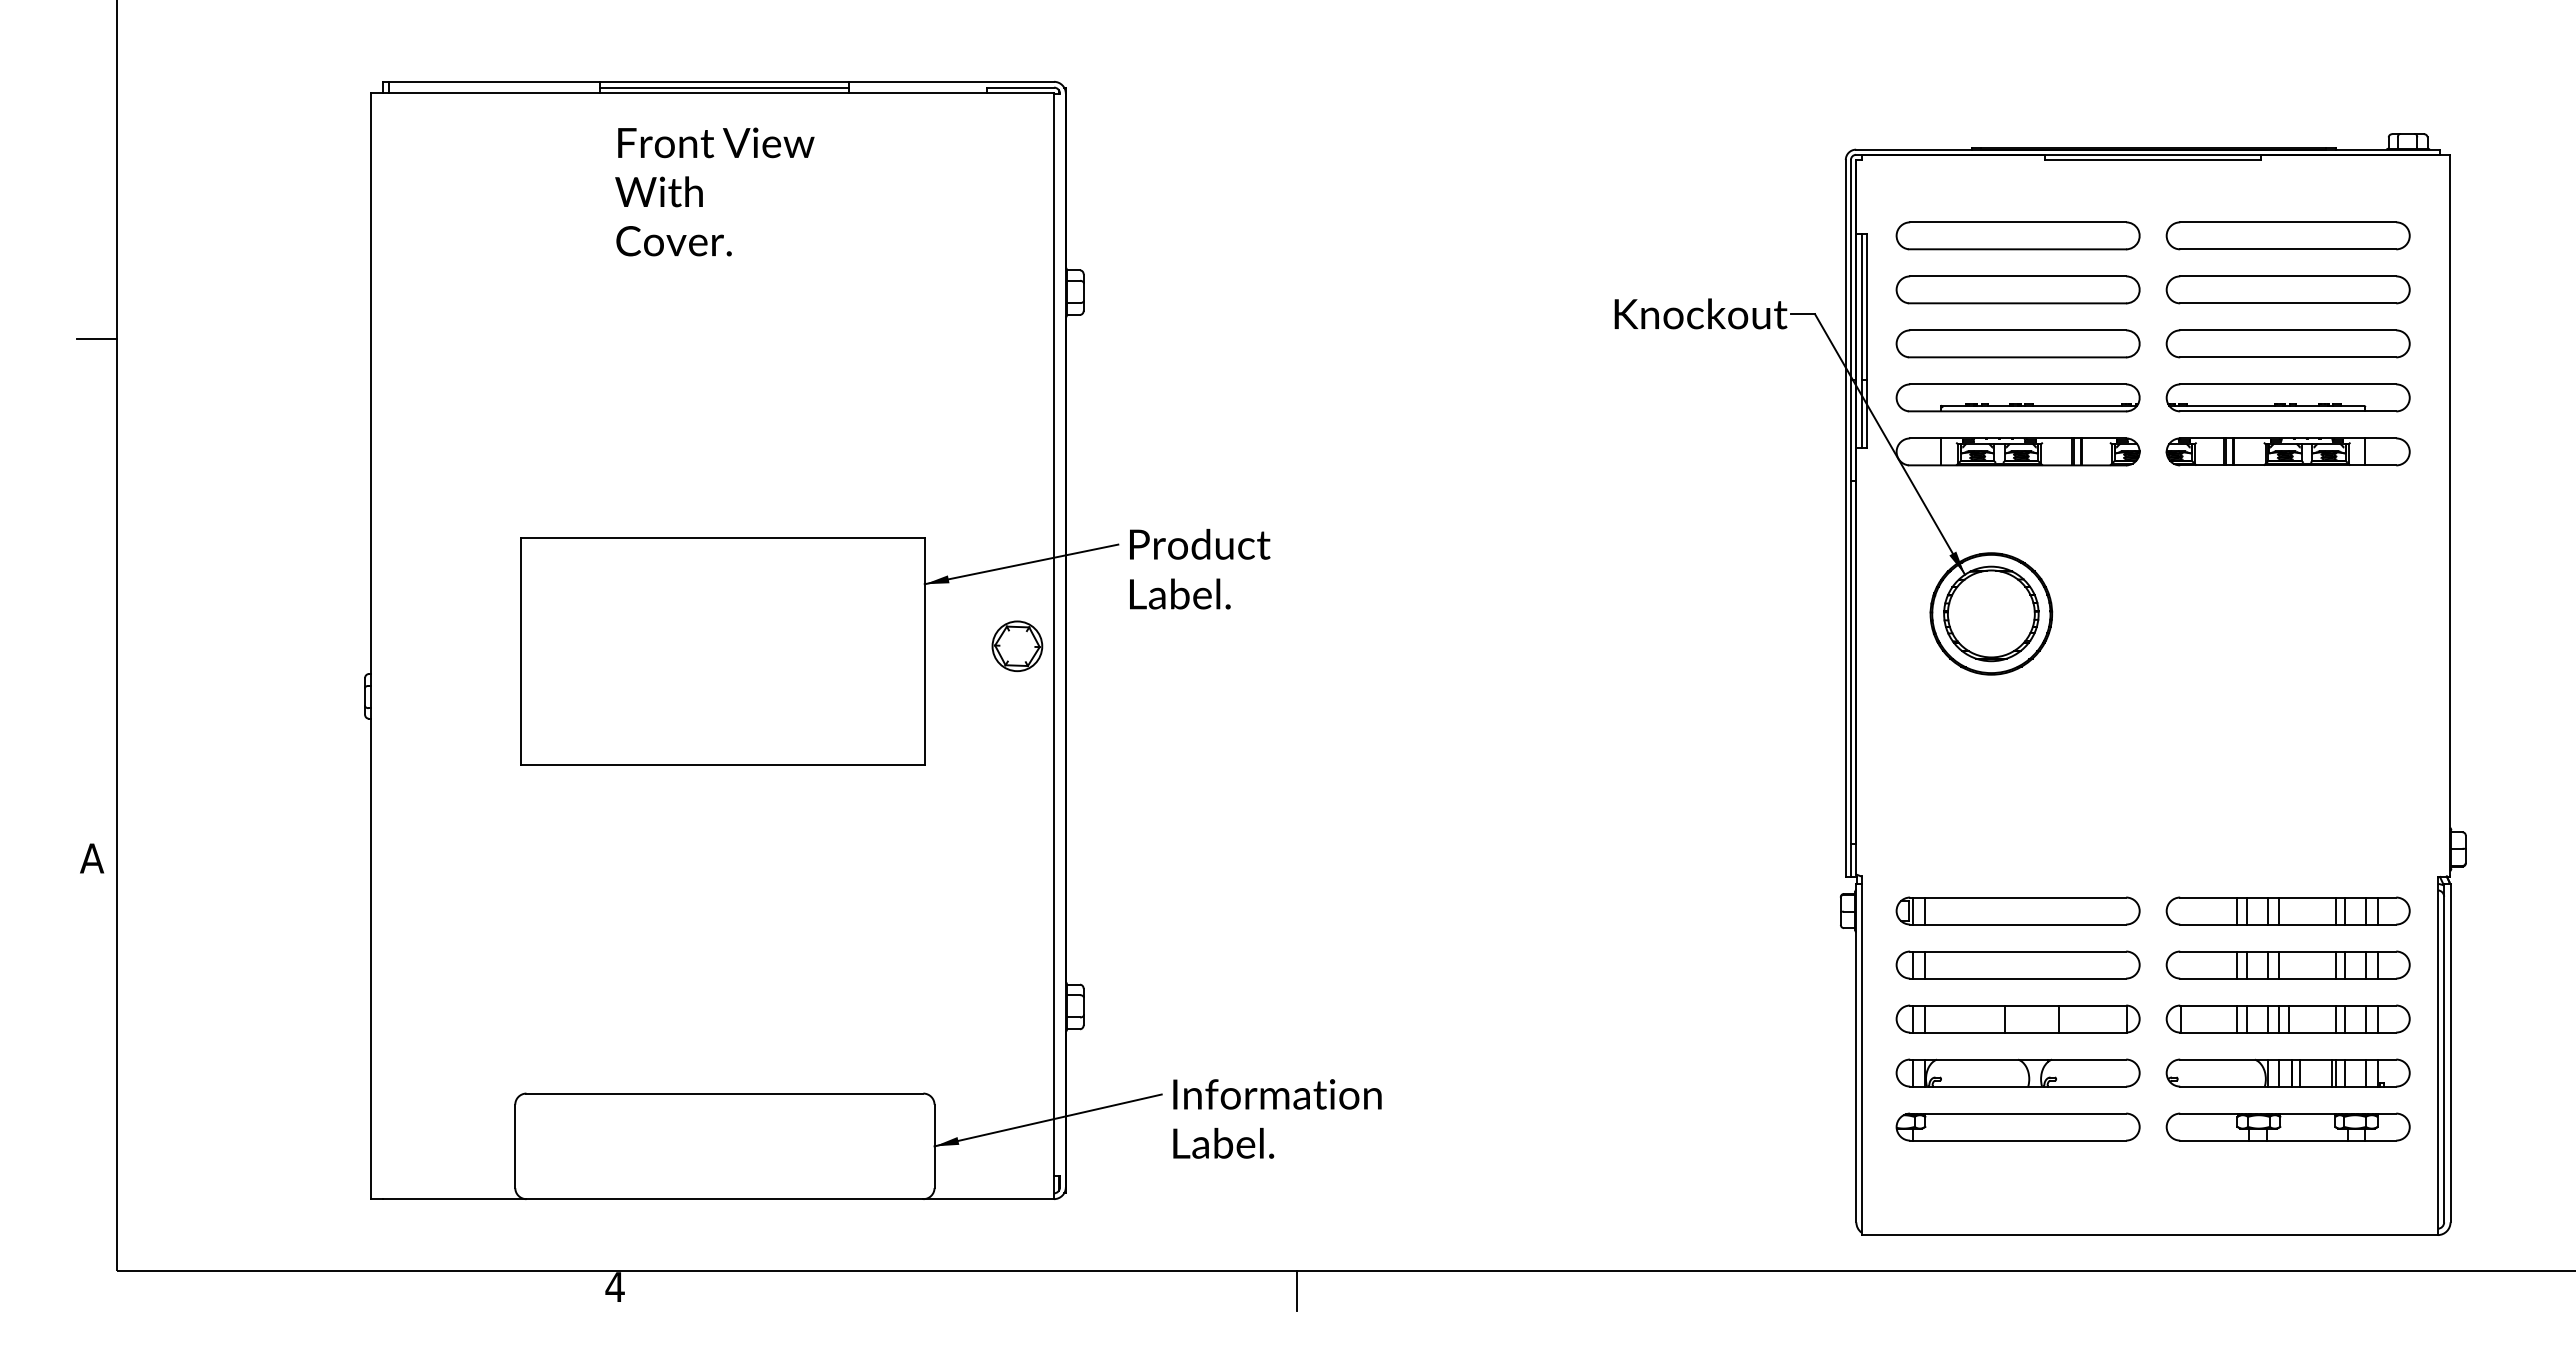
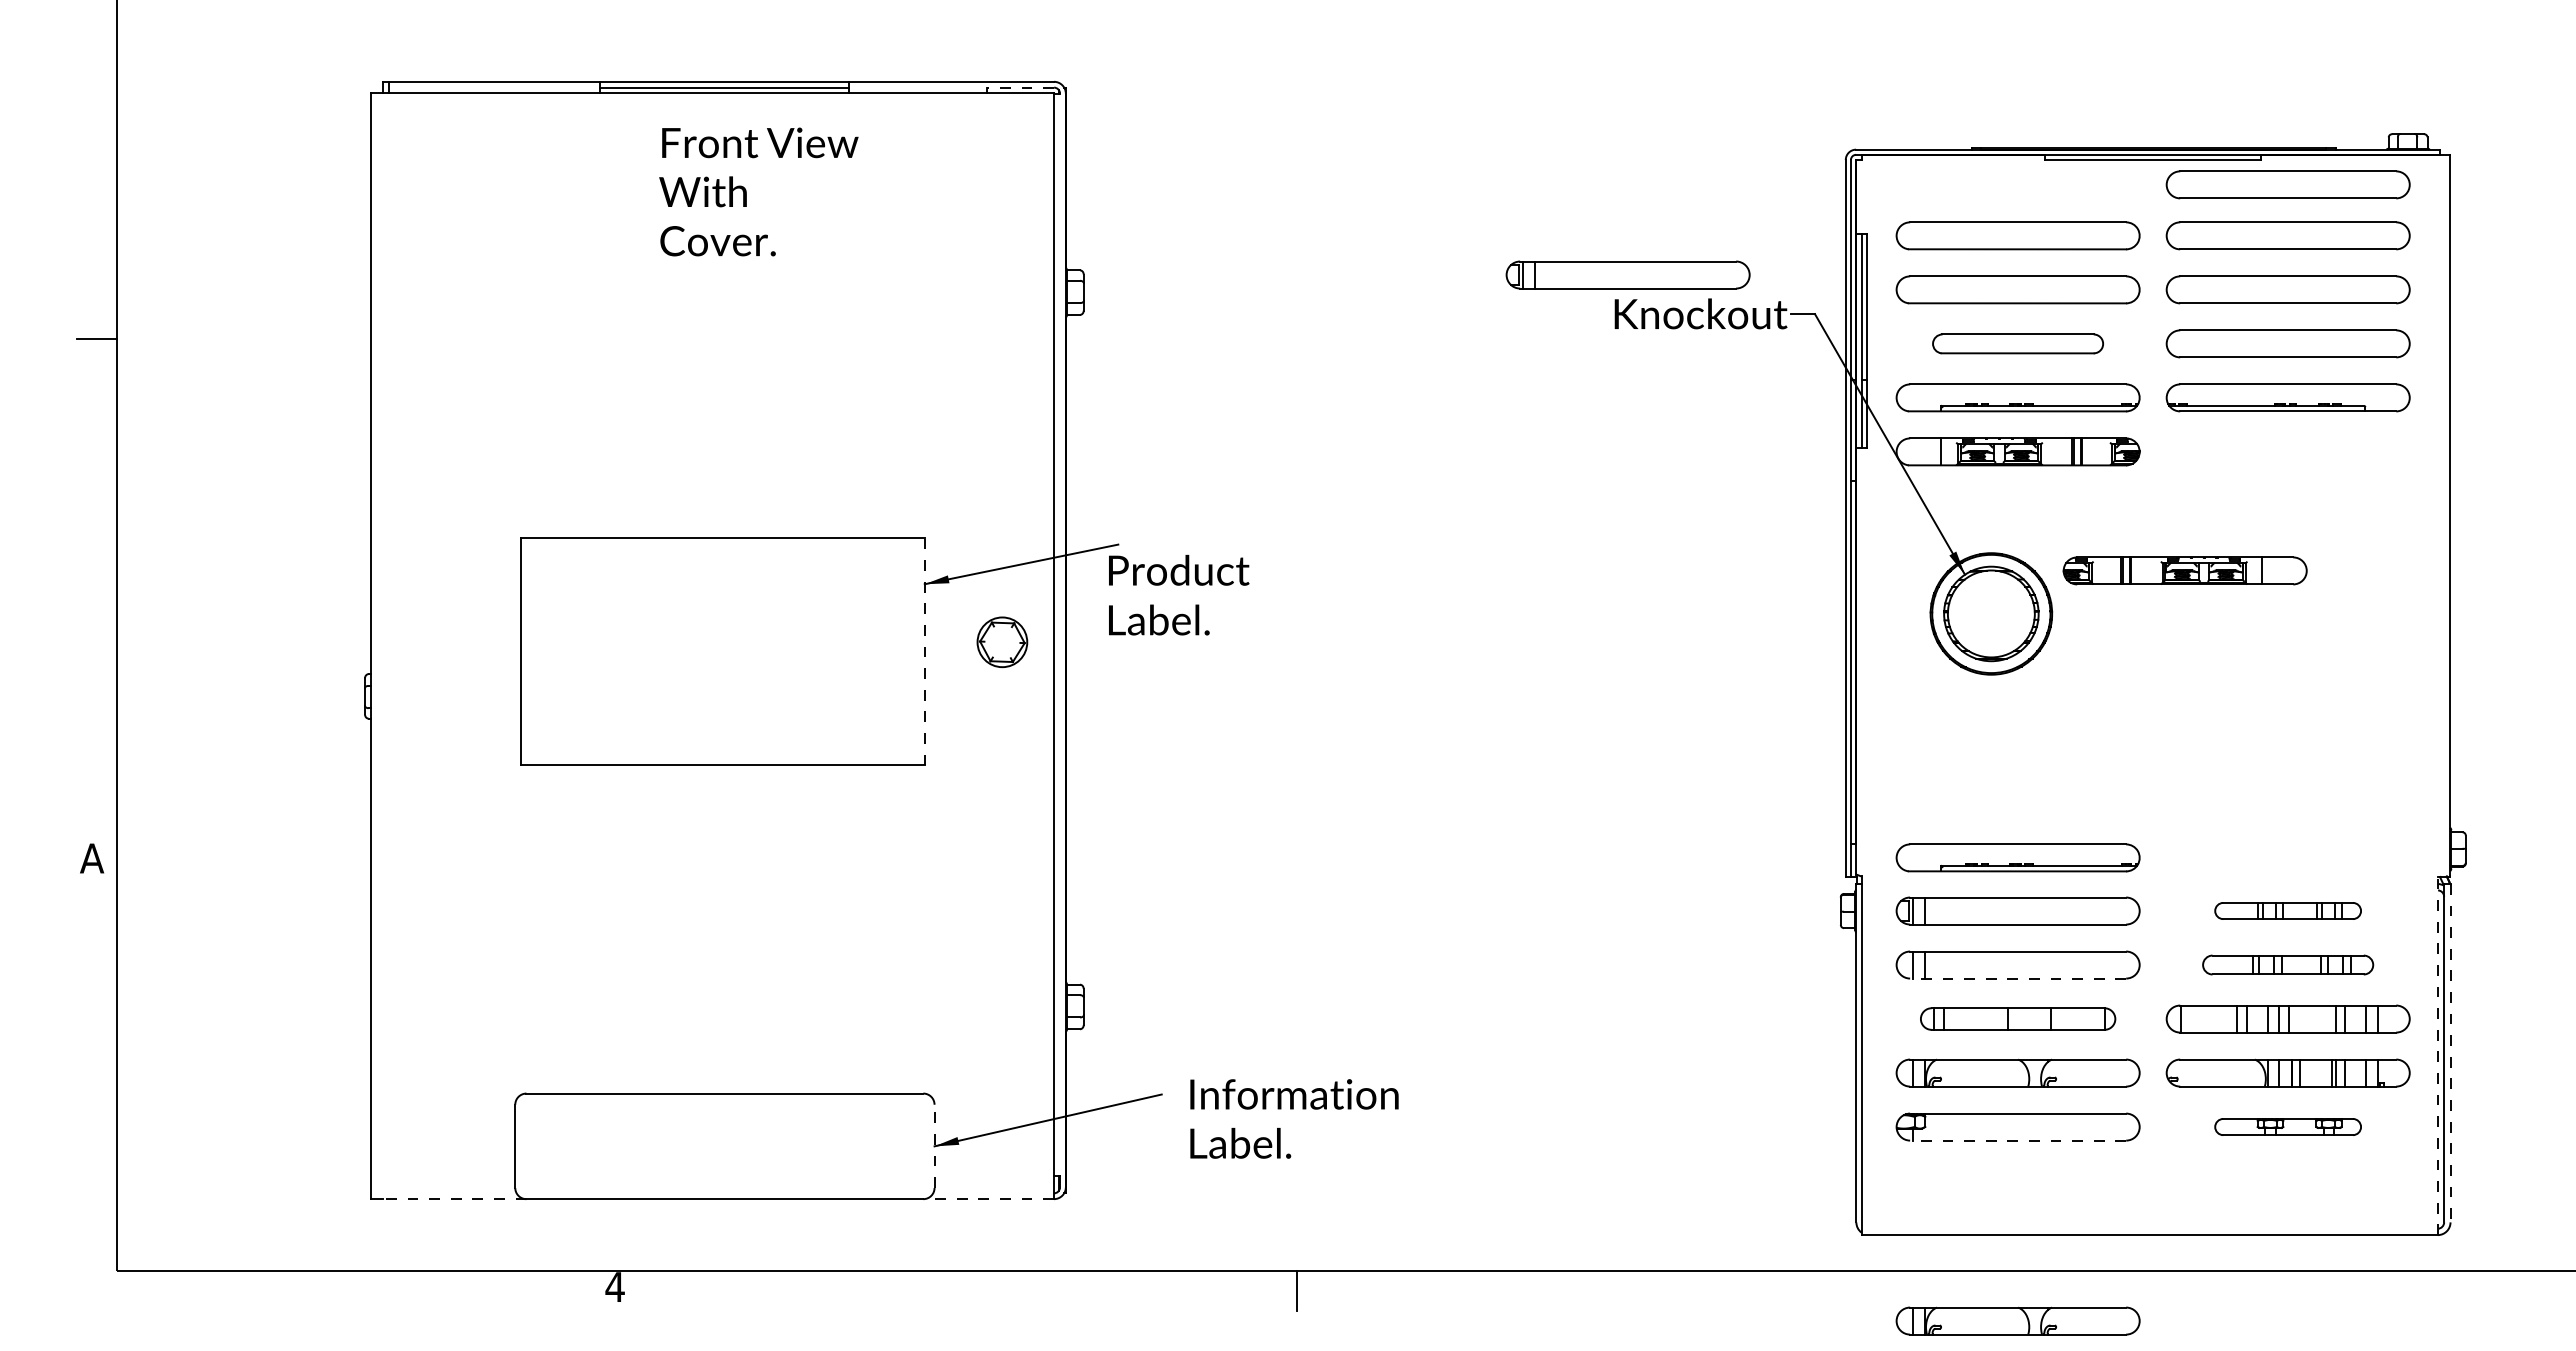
line at (1020, 87): solid -> dashed
part at (2287, 184): none -> present
text at (714, 191) position: (714, 191) -> (758, 191)
part at (1627, 274): none -> present
part at (2017, 343) size: 246x30 px -> 172x22 px
part at (2287, 451) position: (2287, 451) -> (2184, 570)
text at (1200, 568) position: (1200, 568) -> (1179, 594)
part at (1017, 646) position: (1017, 646) -> (1002, 642)
line at (924, 651): solid -> dashed
part at (2017, 857): none -> present
part at (2287, 910) size: 246x30 px -> 148x18 px
part at (2287, 964) size: 246x30 px -> 173x22 px
line at (2017, 978): solid -> dashed
part at (2017, 1018) size: 246x30 px -> 197x24 px
line at (2450, 1053): solid -> dashed
line at (2438, 1055): solid -> dashed
text at (1277, 1118) position: (1277, 1118) -> (1294, 1118)
part at (2287, 1126) size: 246x30 px -> 148x18 px
line at (2017, 1140): solid -> dashed
line at (934, 1146): solid -> dashed
line at (454, 1199): solid -> dashed
line at (988, 1199): solid -> dashed
part at (2017, 1320): none -> present
